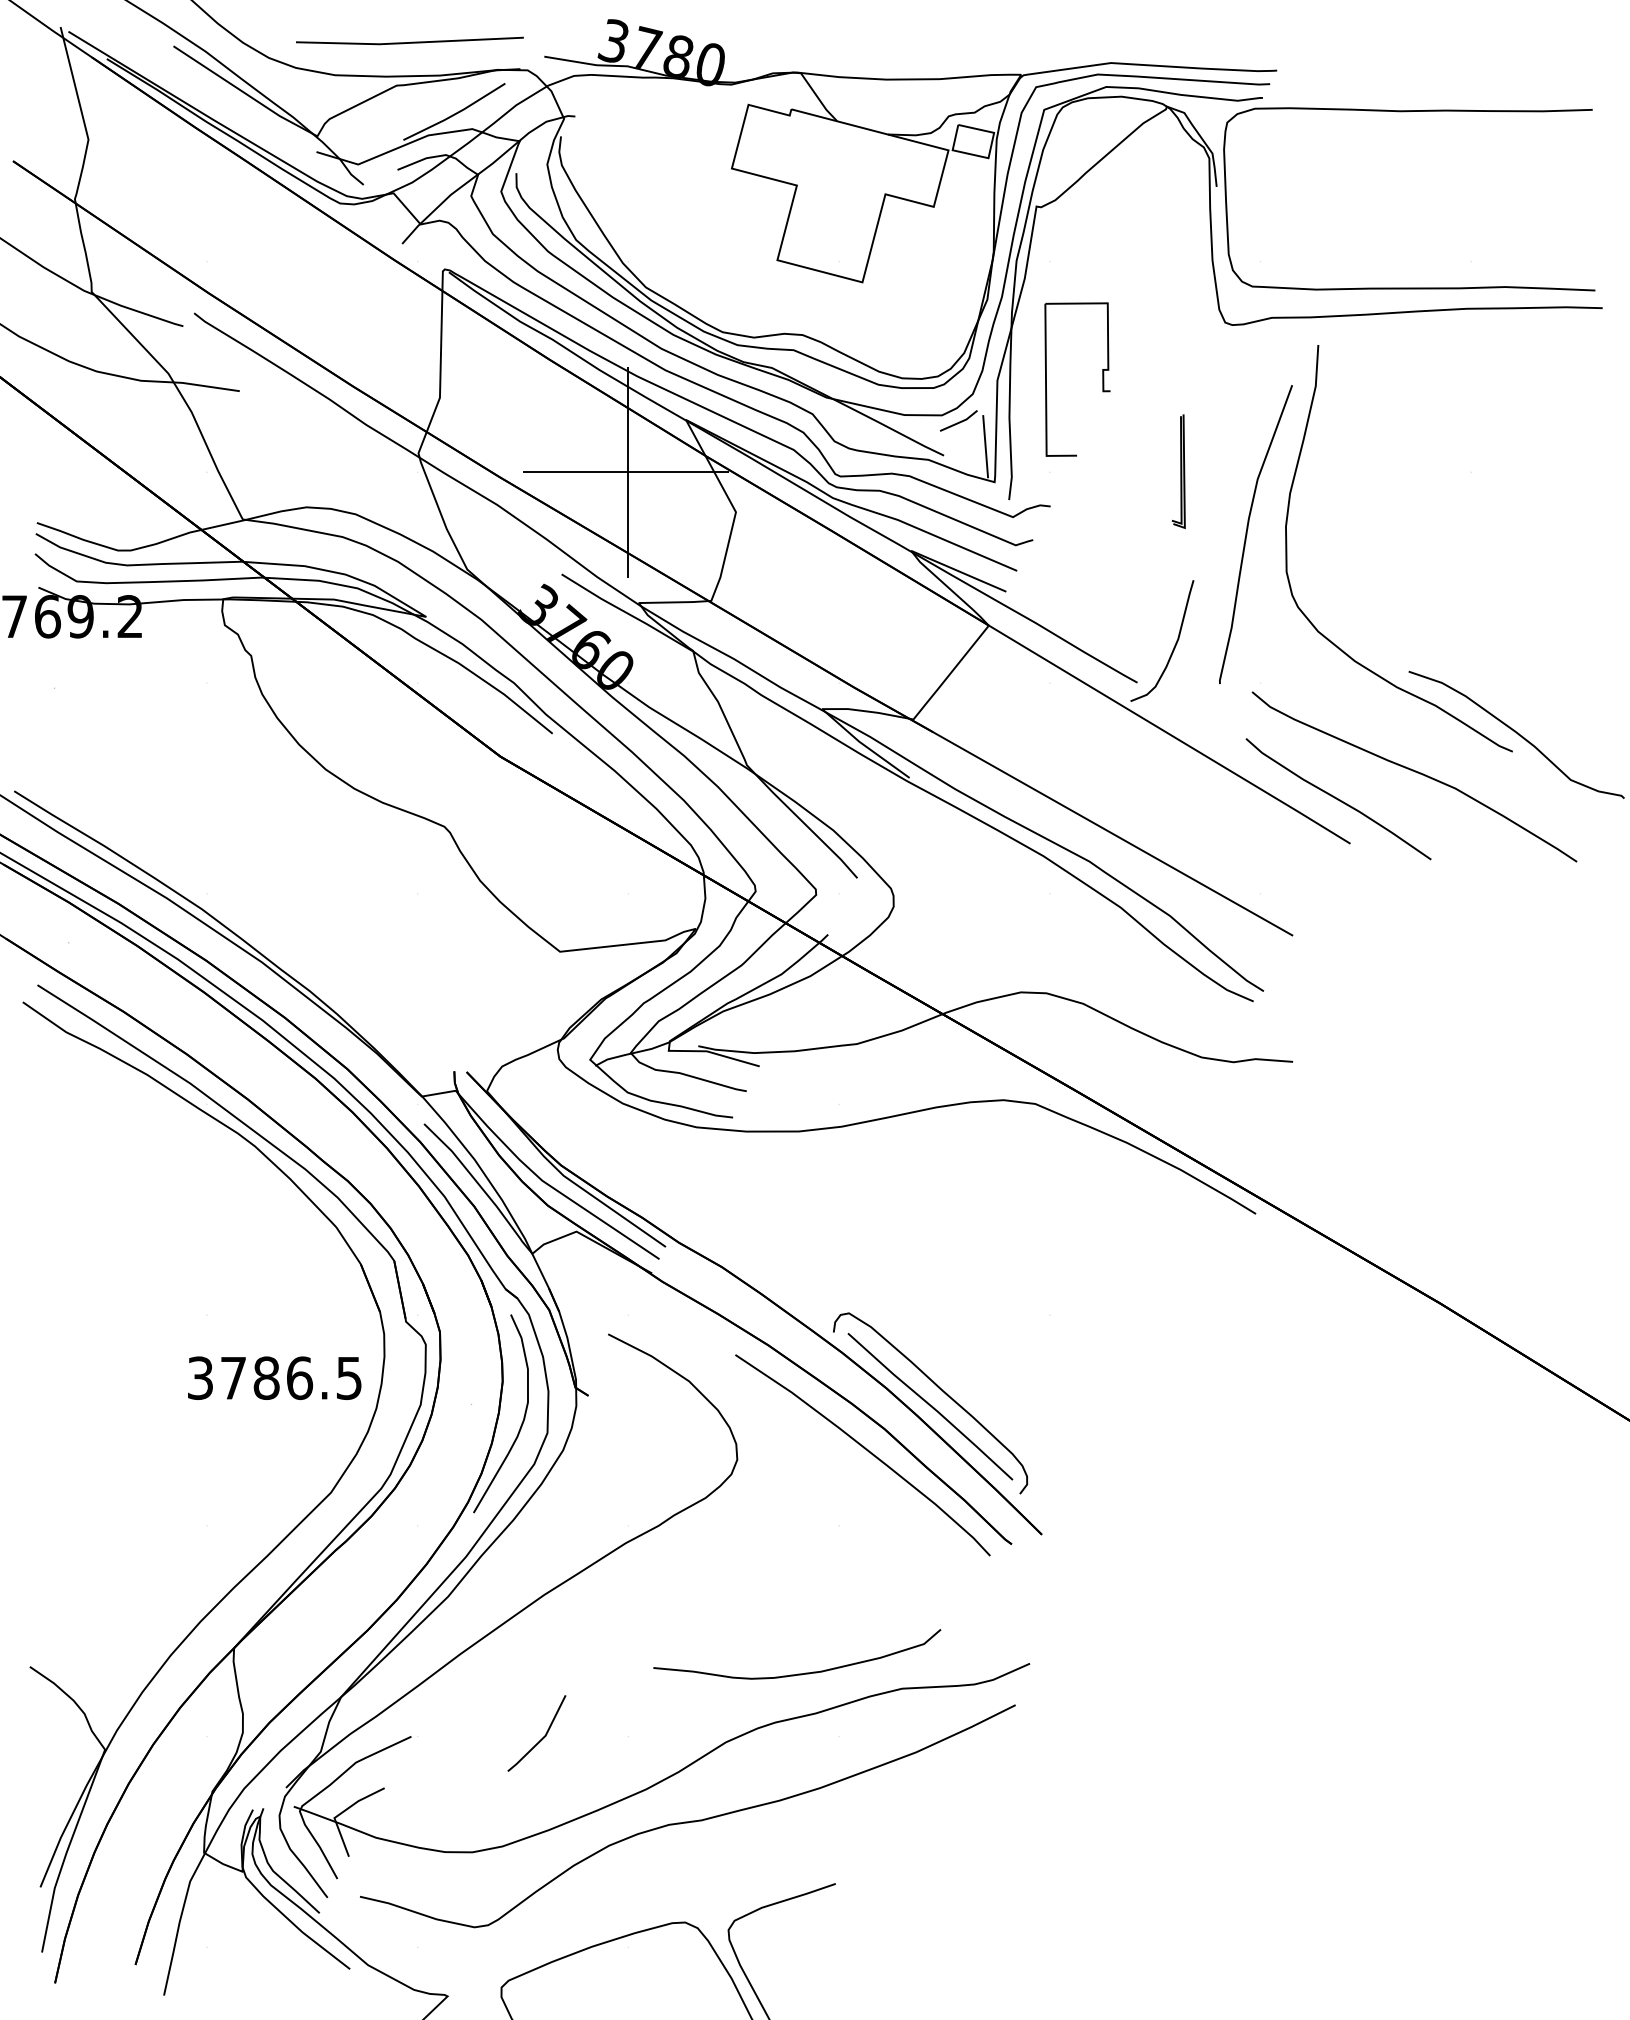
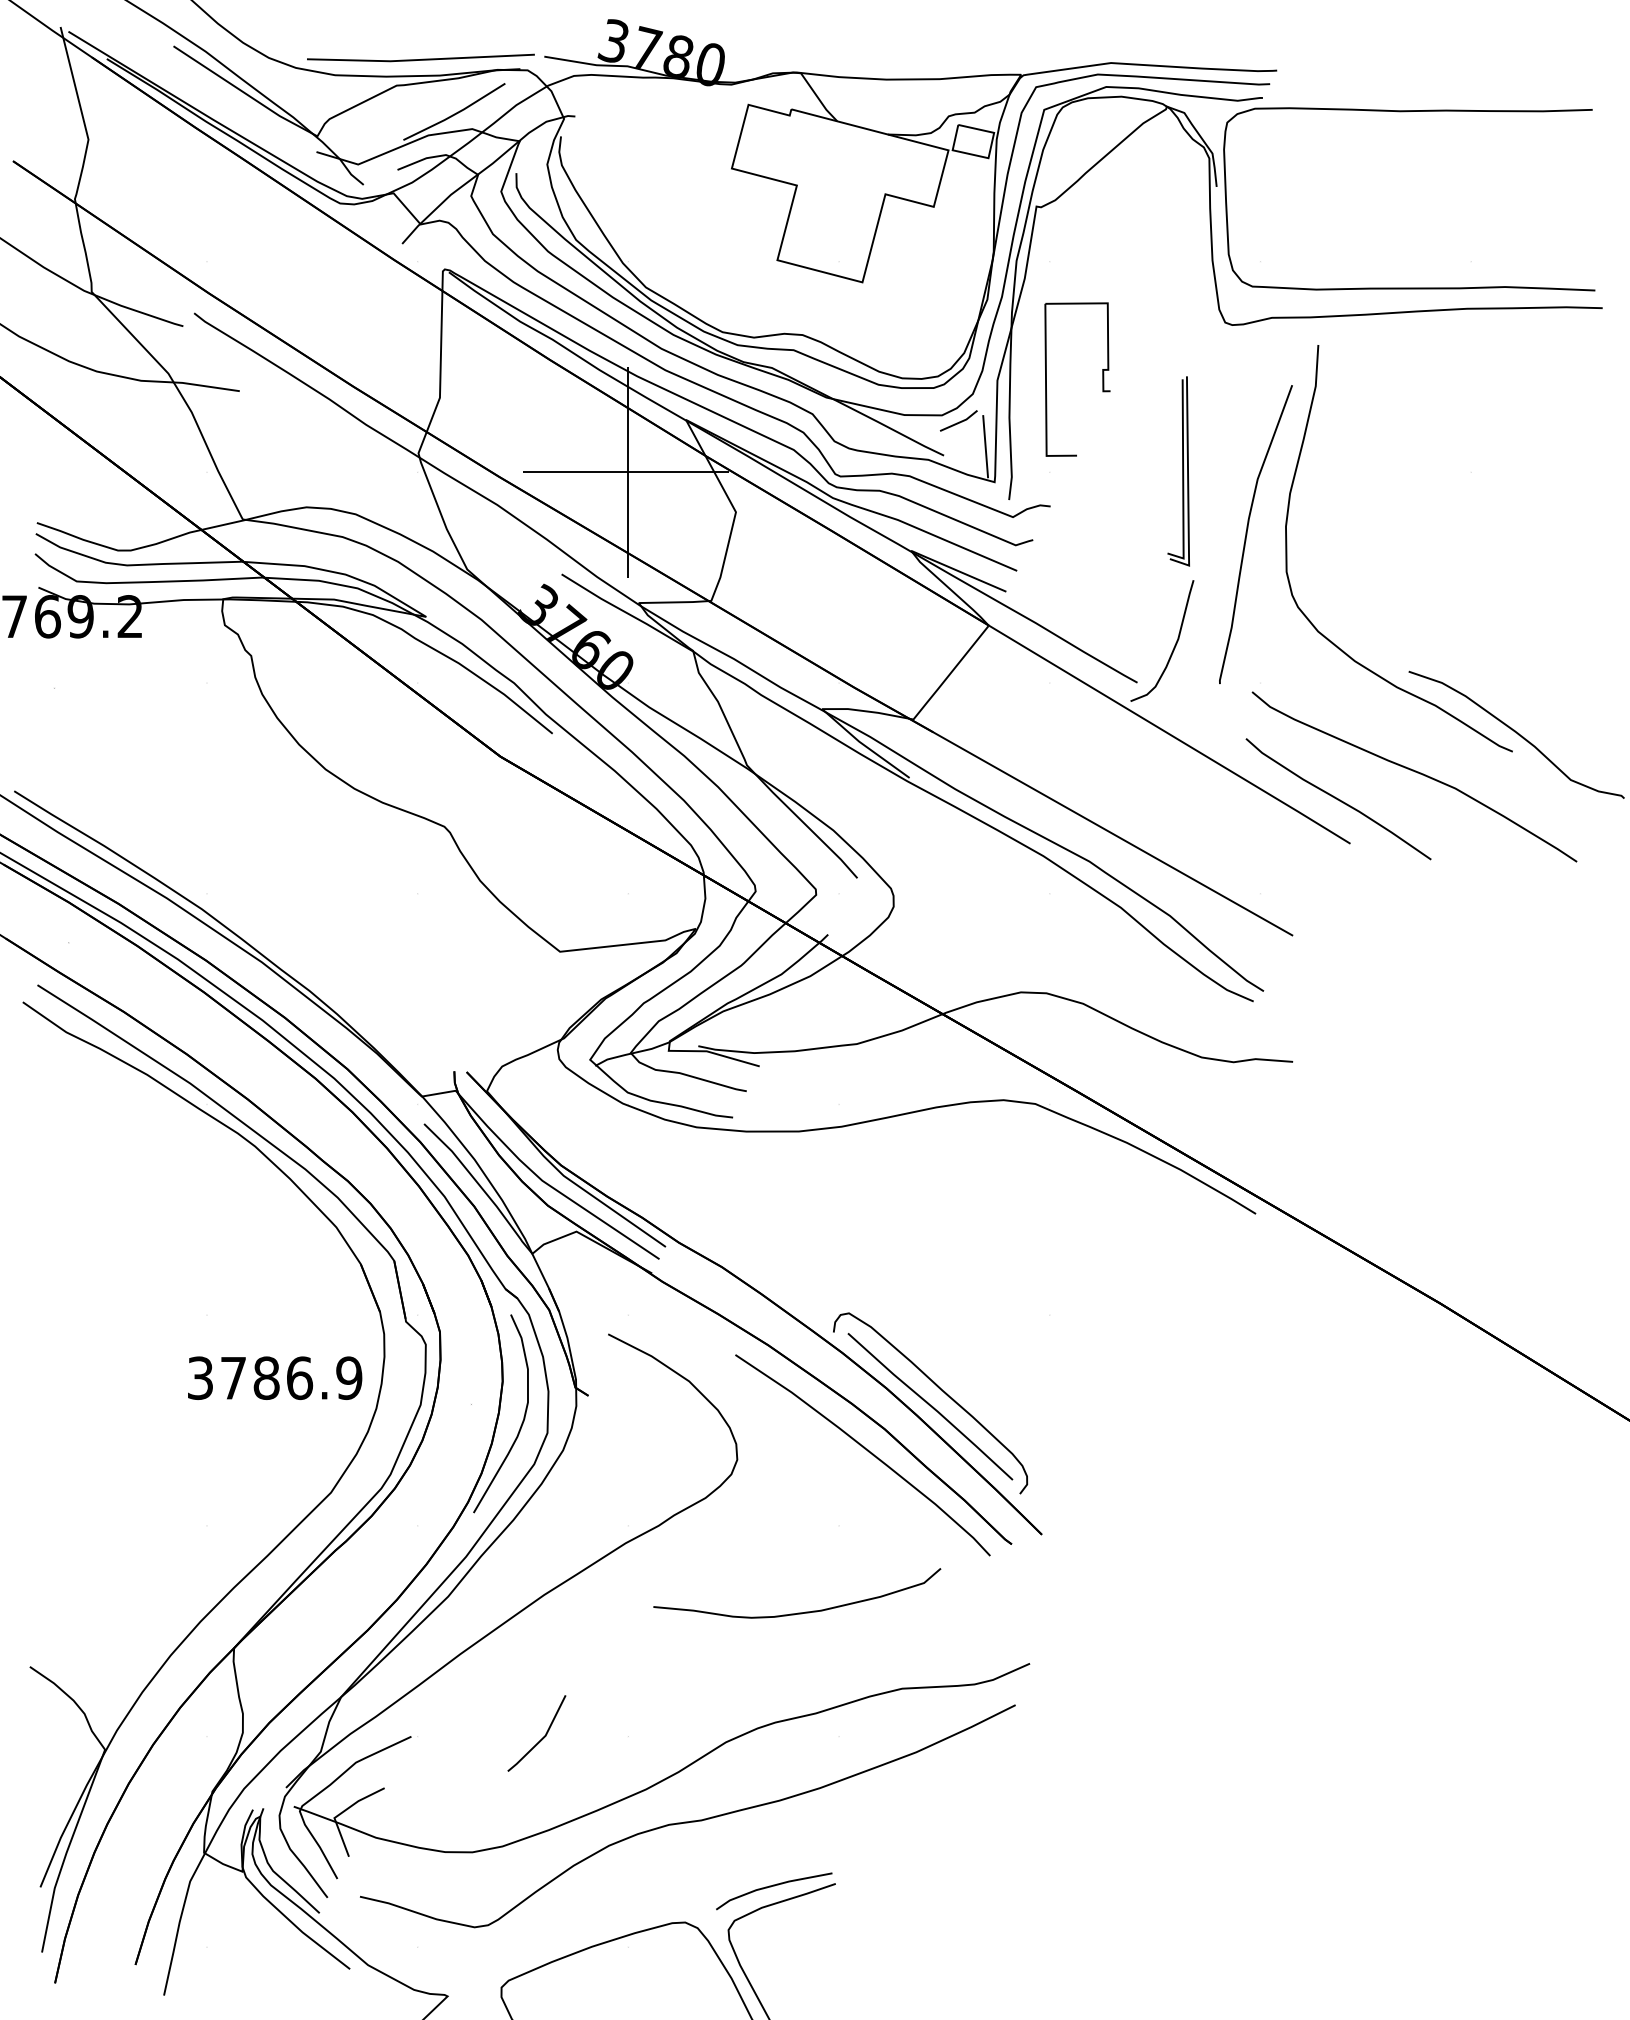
line at (409, 42) position: (409, 42) -> (420, 59)
part at (1178, 471) size: 15x116 px -> 23x191 px
text at (349, 1377): 3786.5 -> 3786.9
curve at (797, 1673) position: (797, 1673) -> (797, 1612)
line at (774, 1886): none -> present
